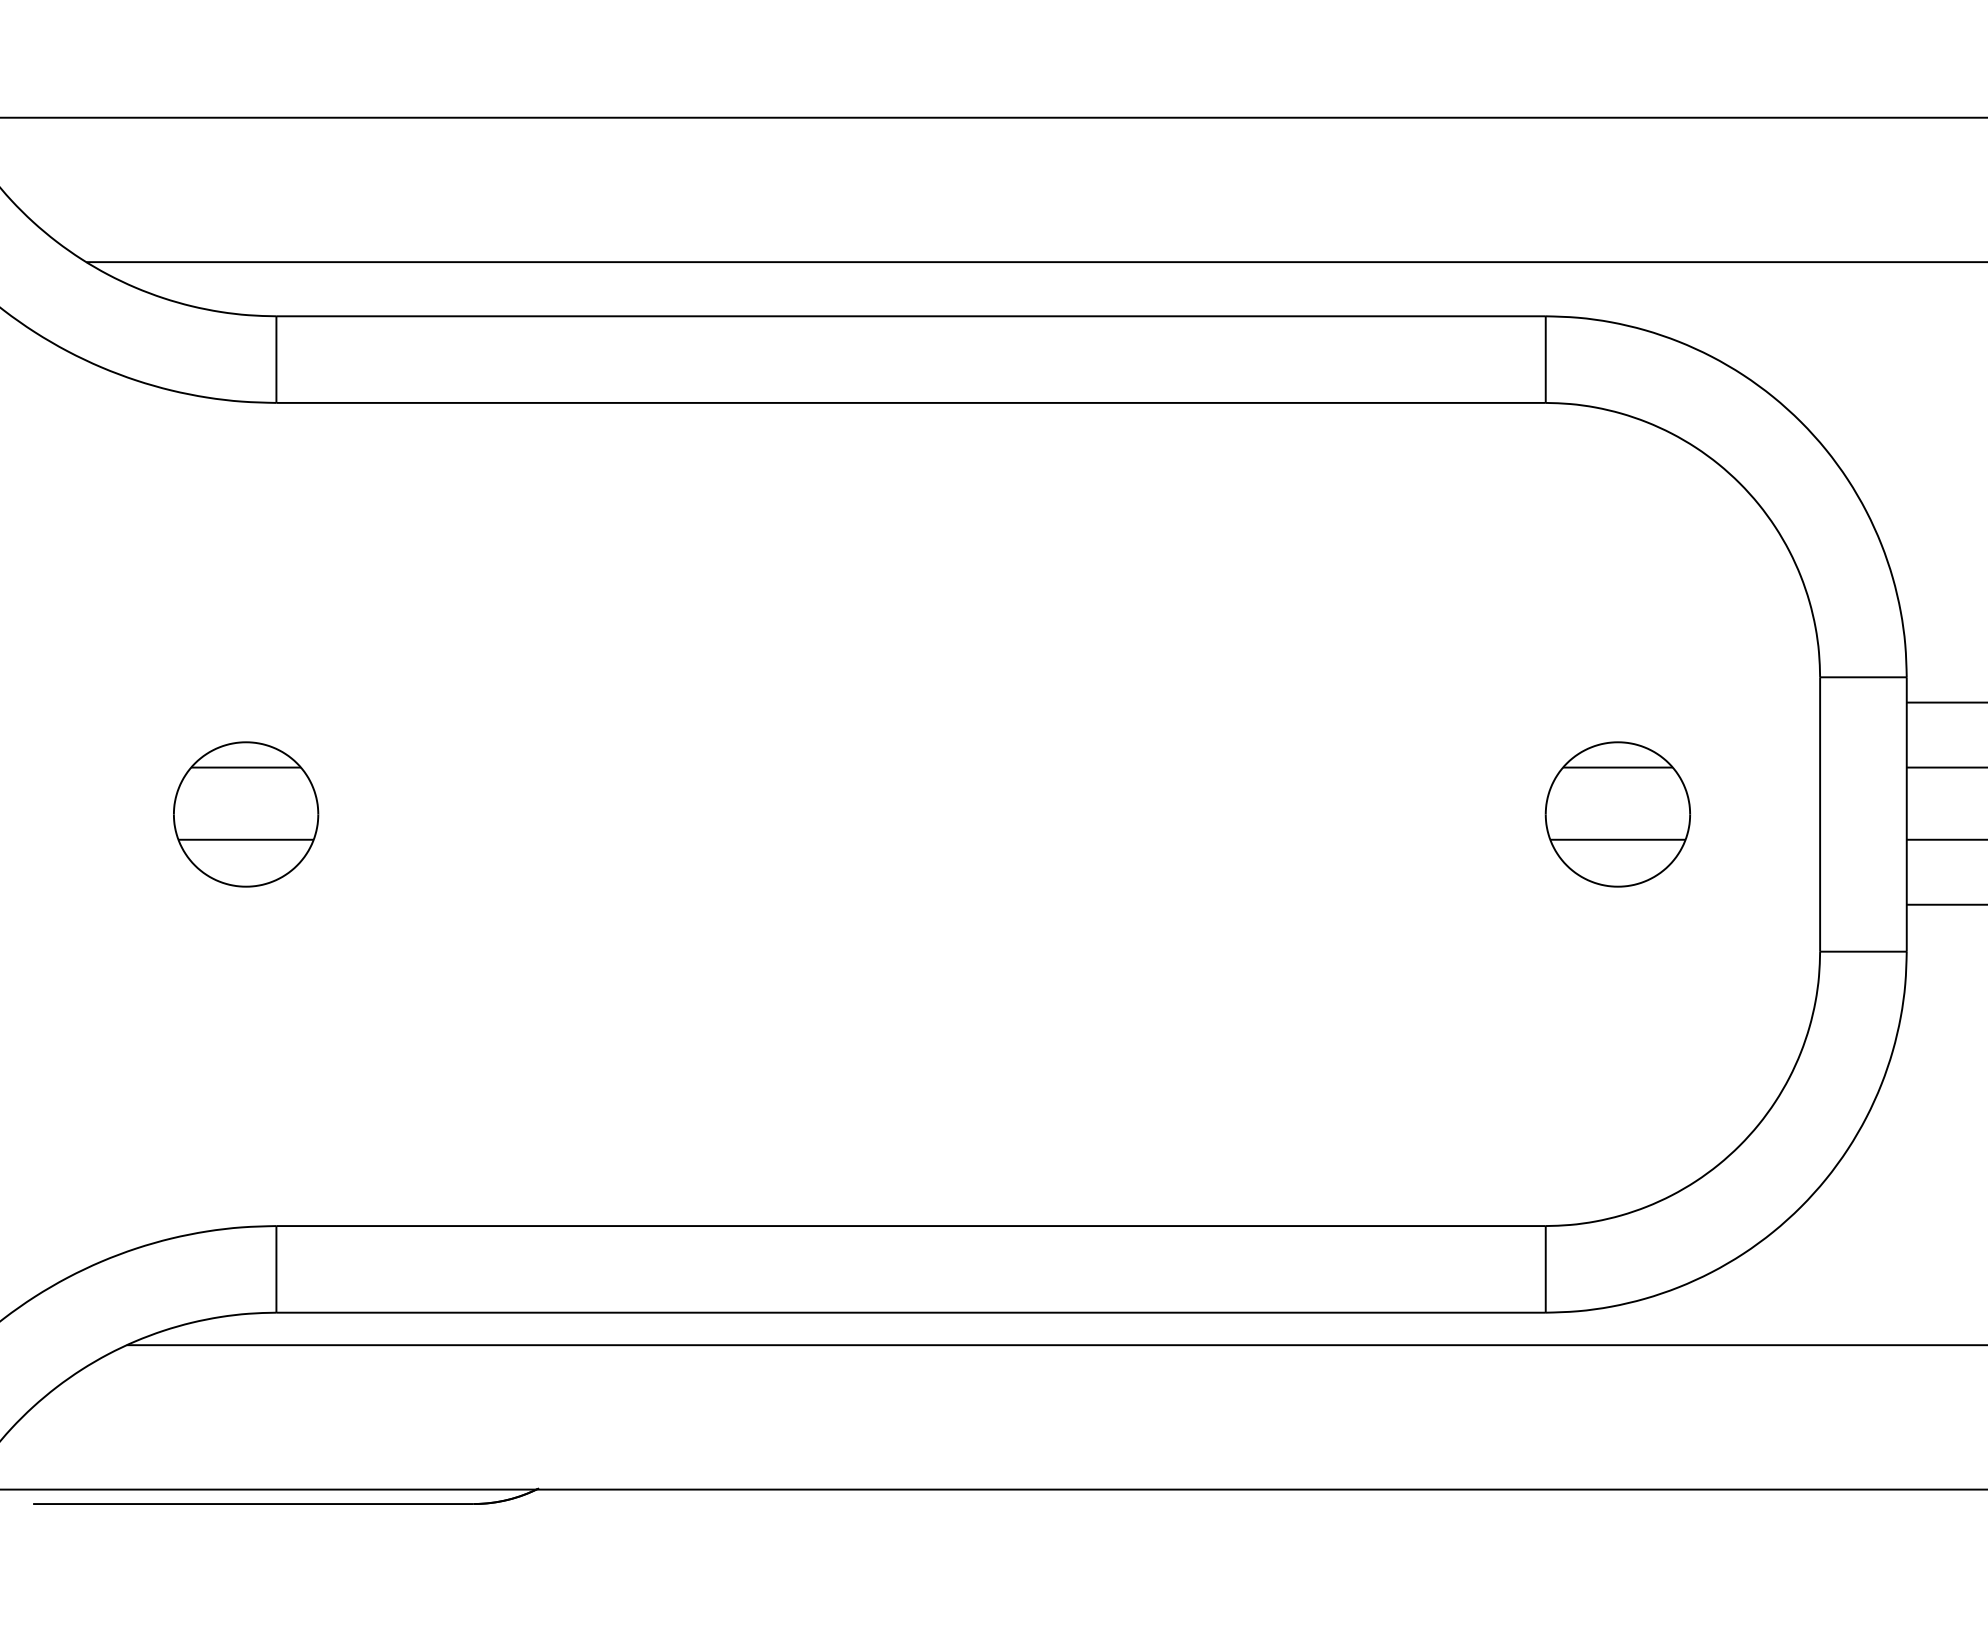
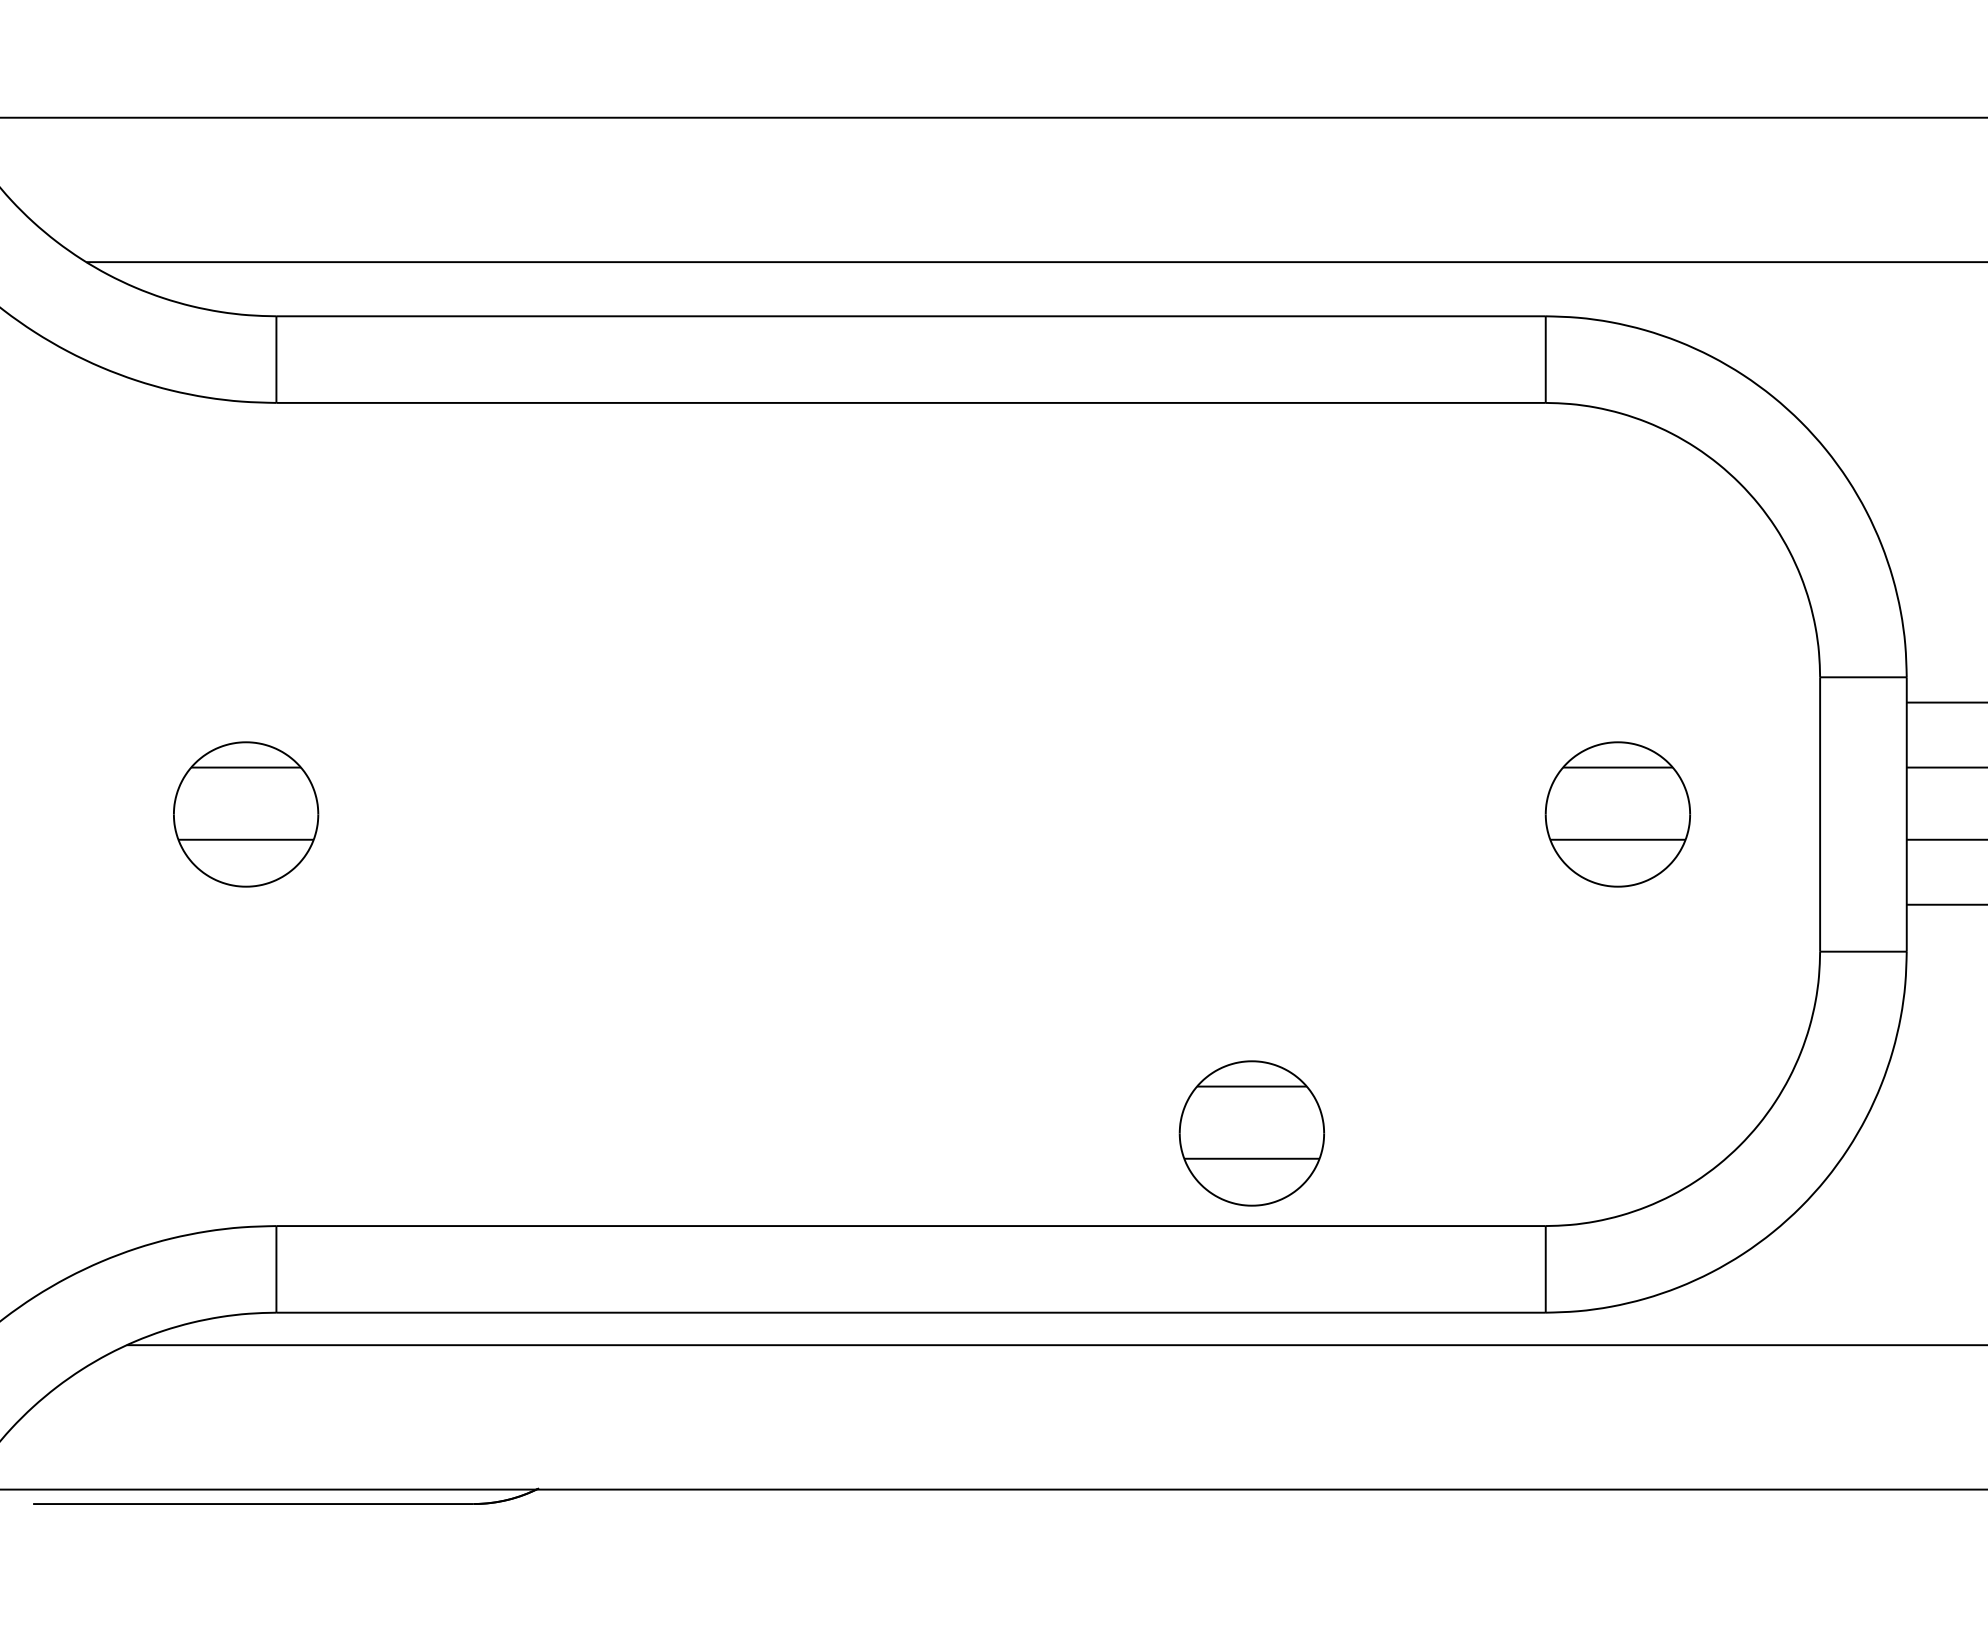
part at (1251, 1133): none -> present
